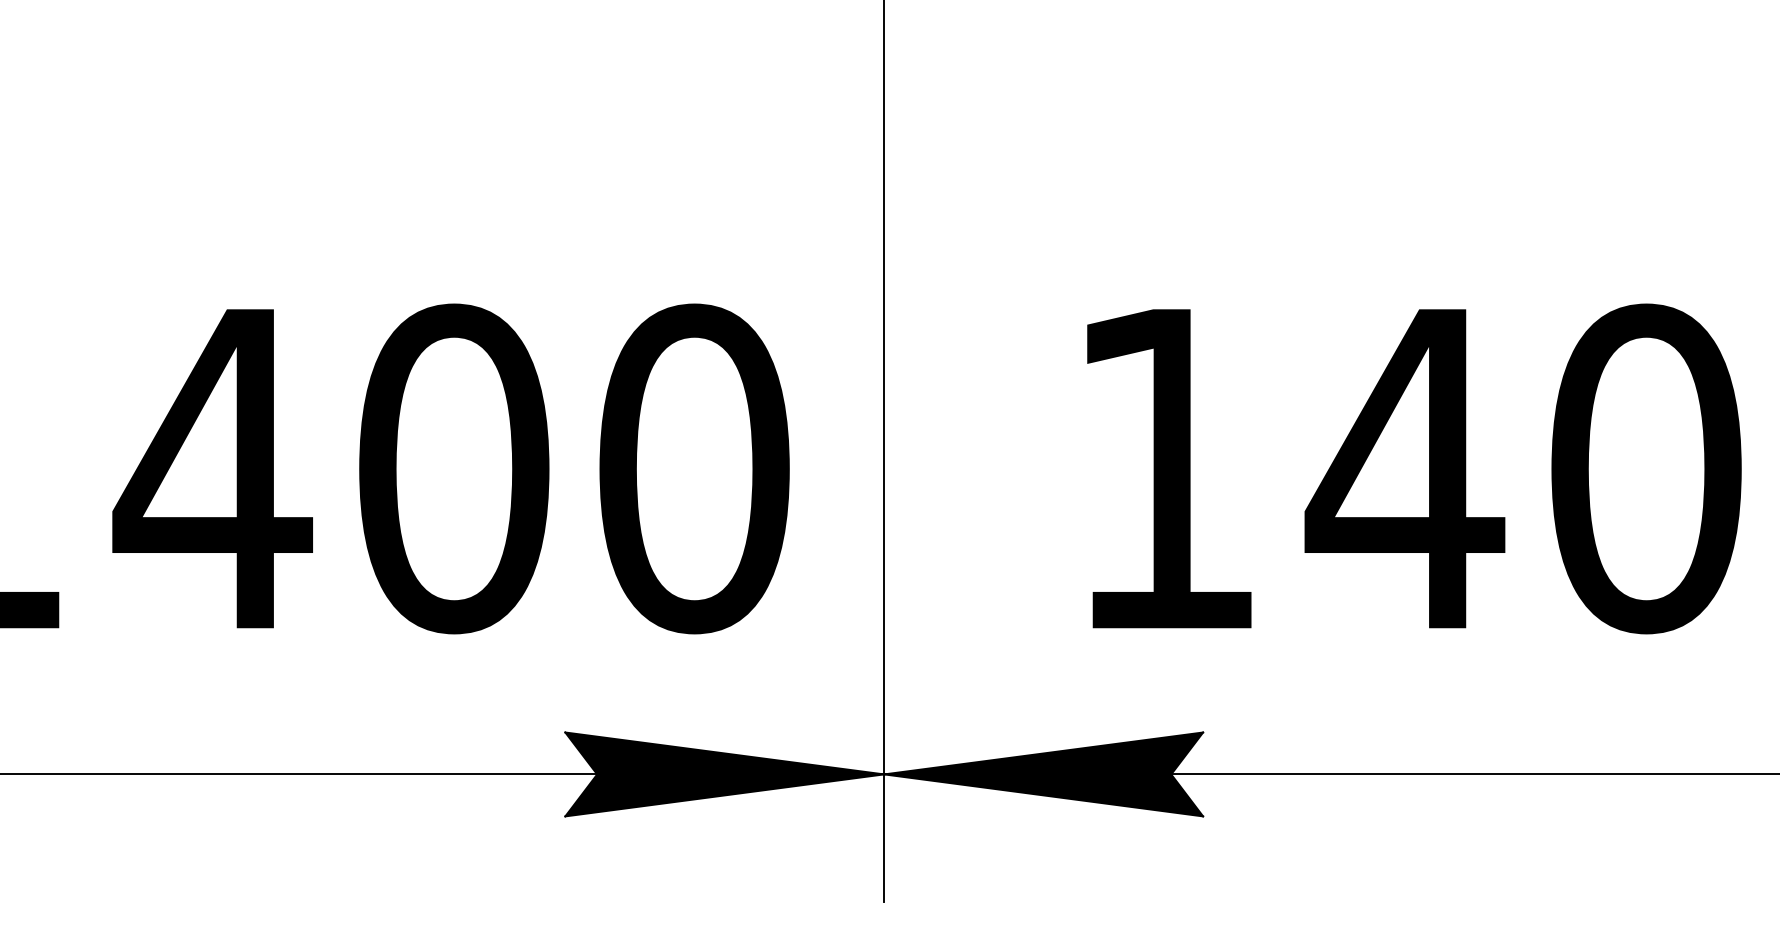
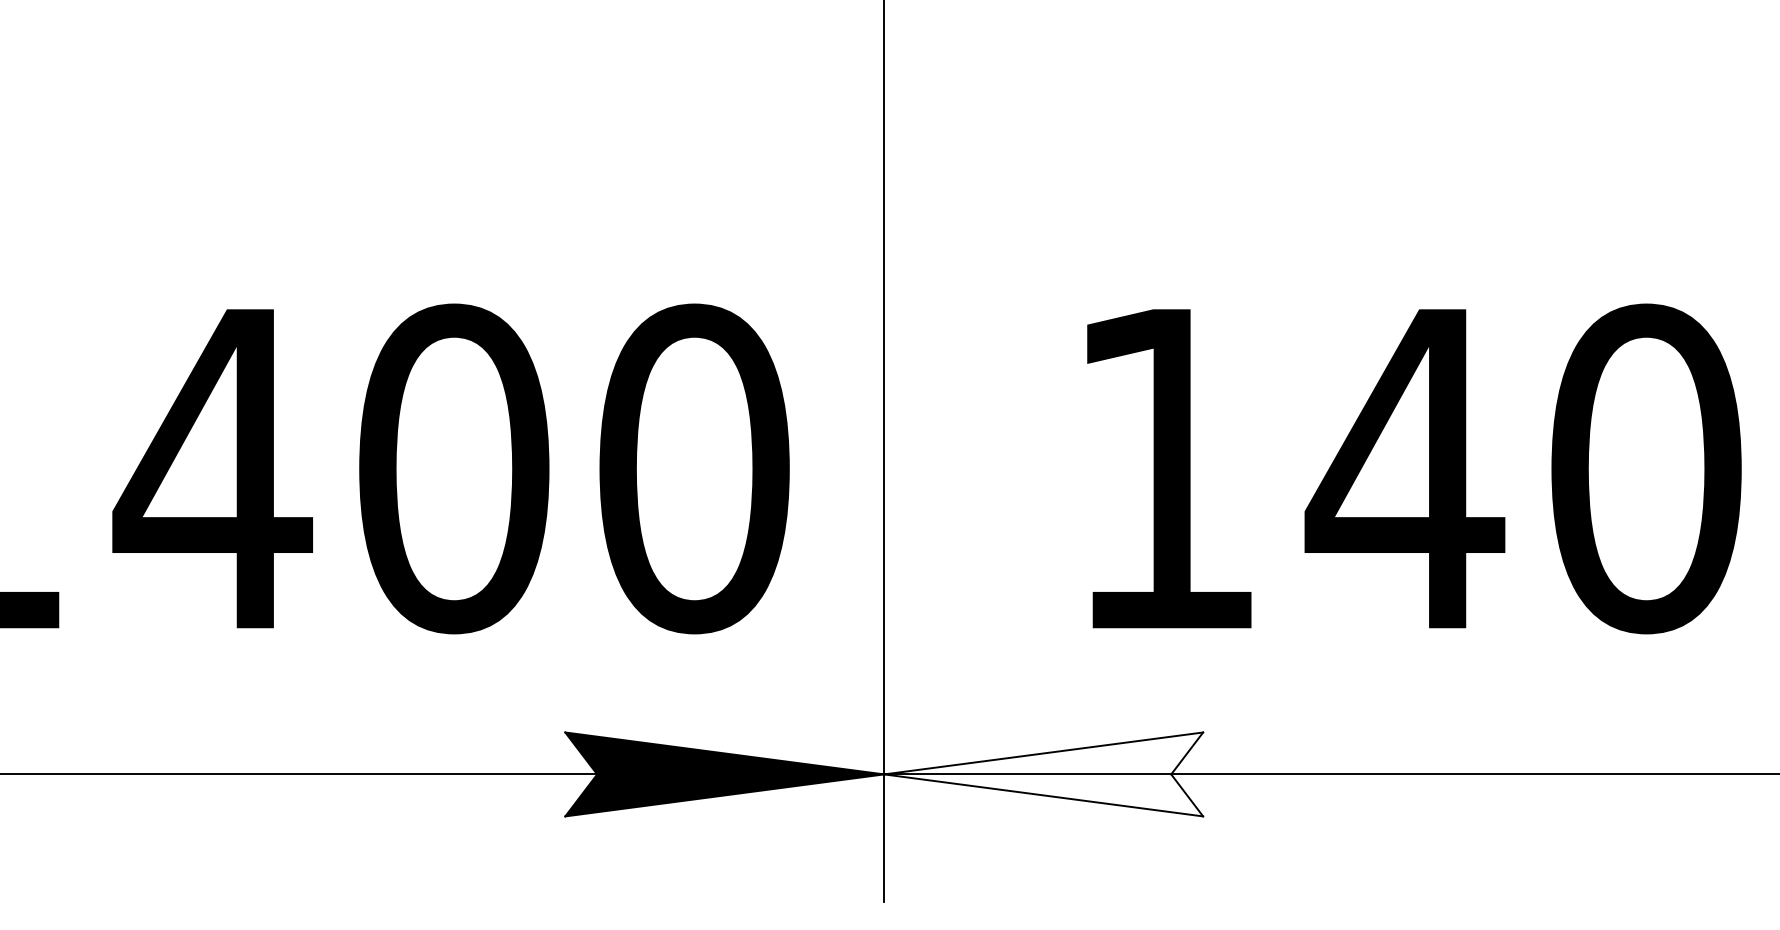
fill at (1043, 774): present -> none
